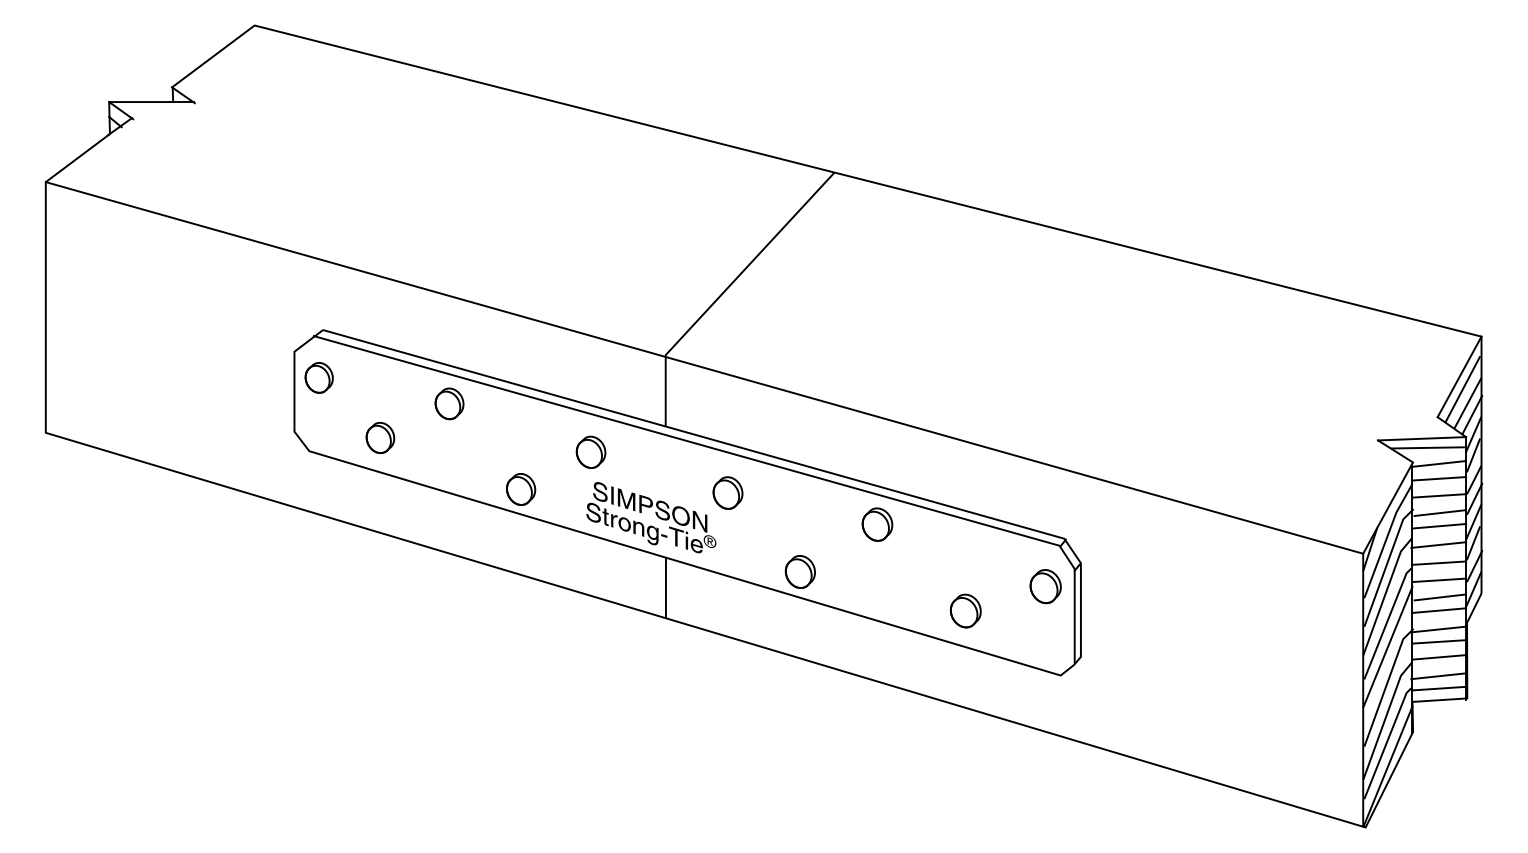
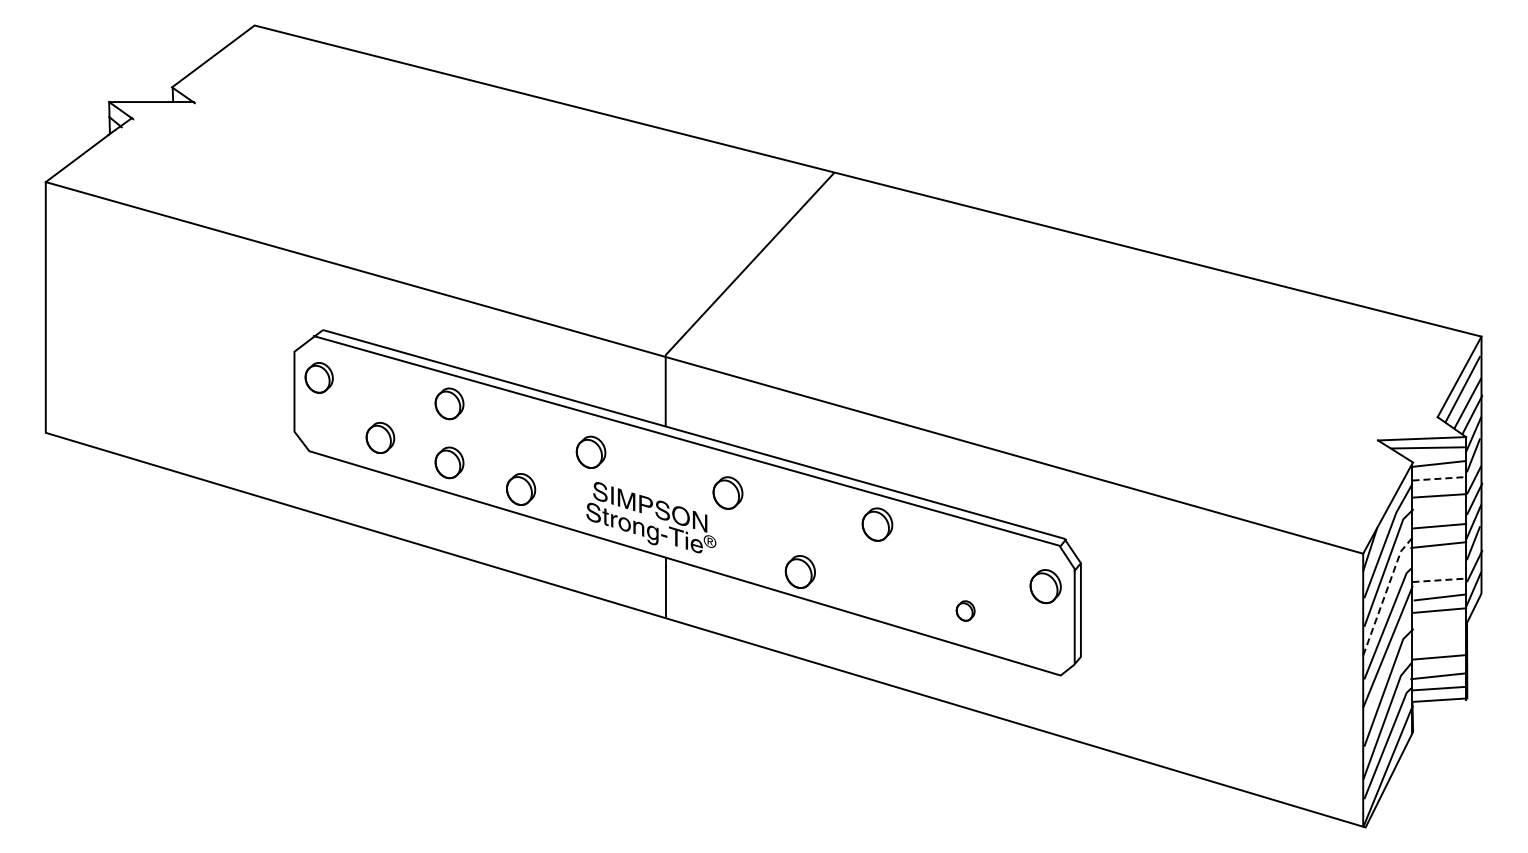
part at (449, 462): none -> present
line at (1439, 478): solid -> dashed
line at (1439, 512): present -> none
line at (1439, 562): present -> none
line at (1439, 580): solid -> dashed
line at (1385, 594): solid -> dashed
part at (965, 610) size: 33x36 px -> 21x22 px
line at (1438, 629): present -> none
line at (1438, 641): present -> none
